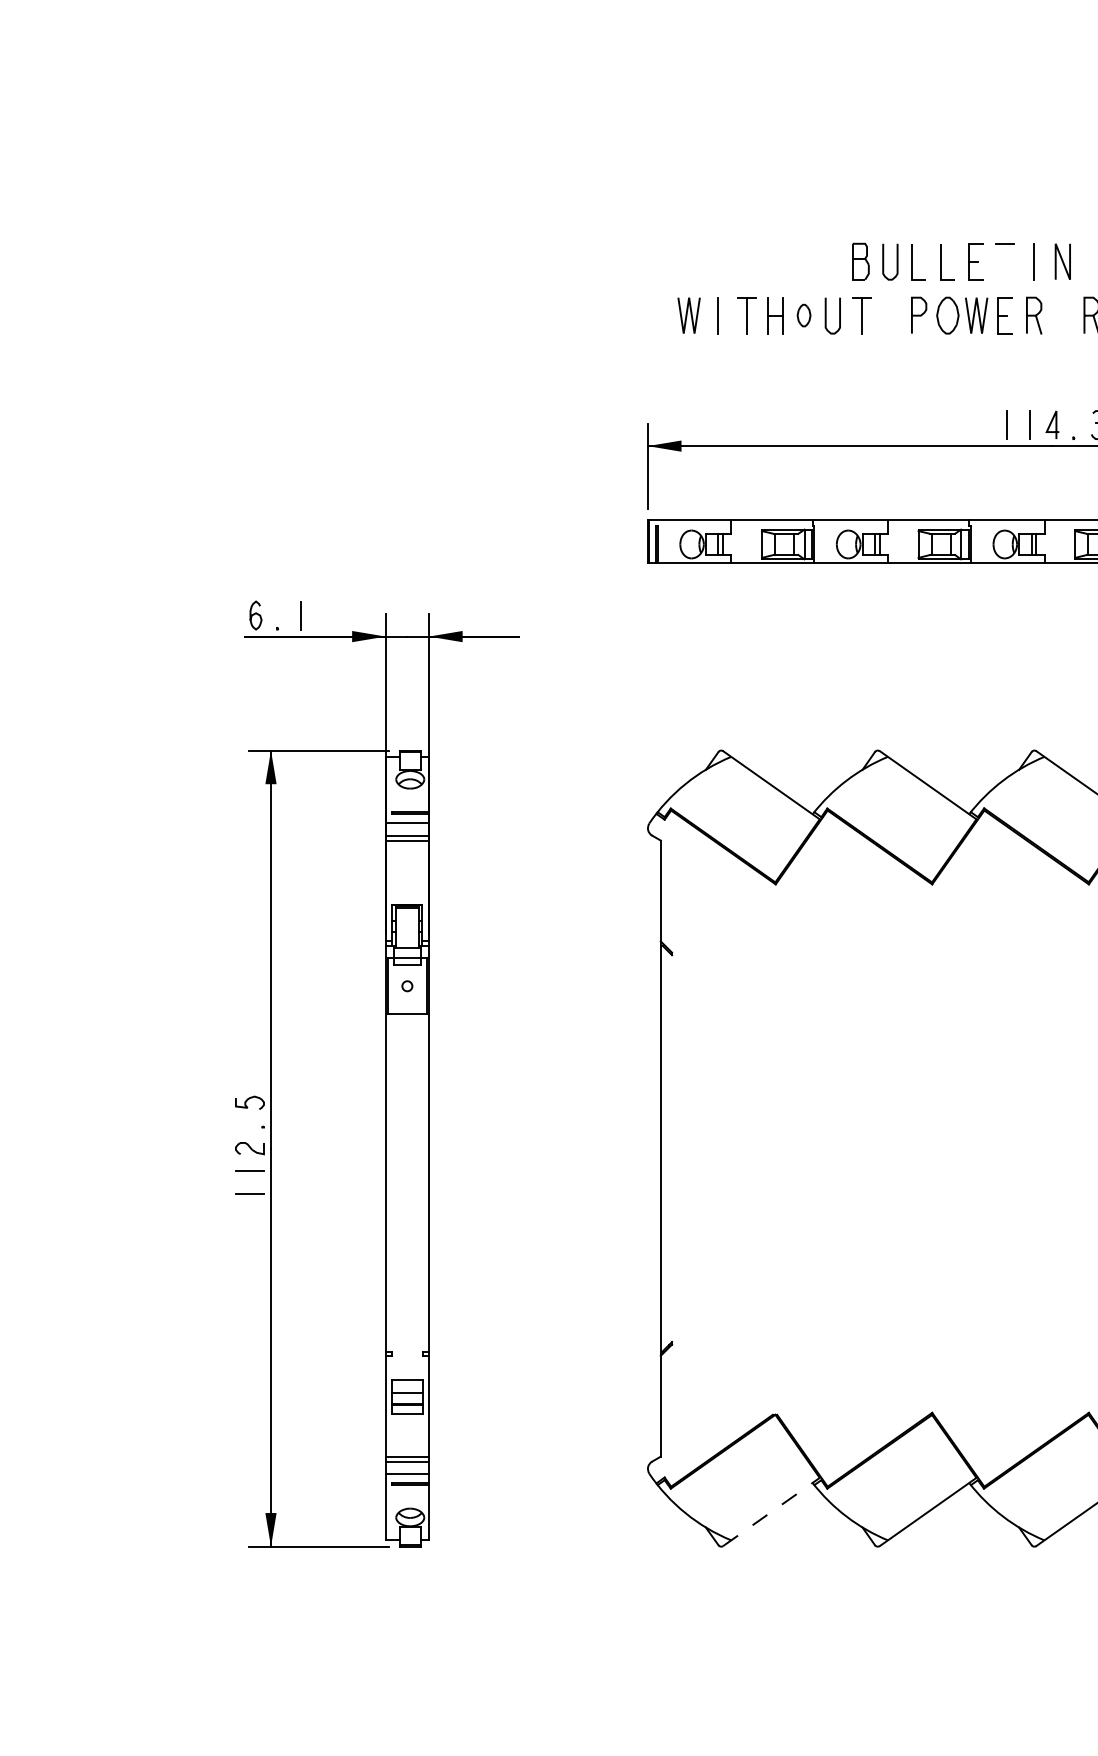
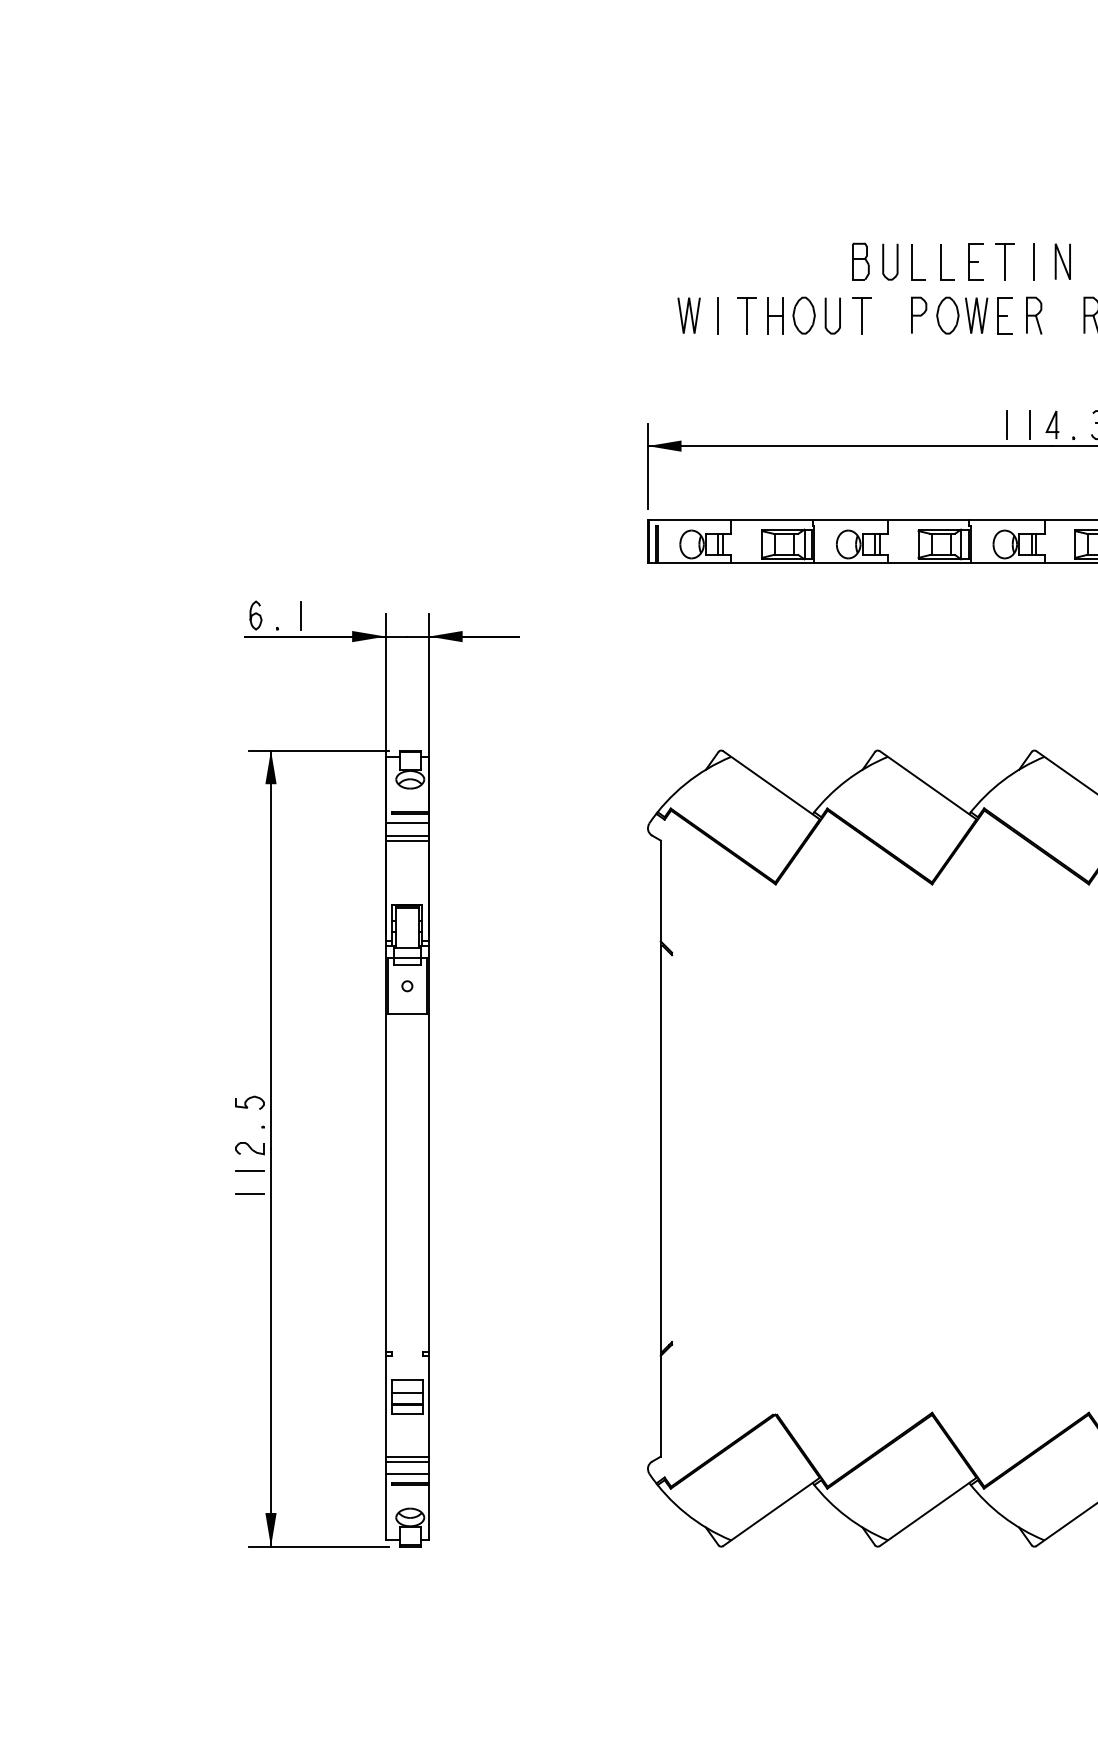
line at (1005, 261): none -> present
part at (803, 315) size: 16x25 px -> 24x39 px
line at (771, 1511): dashed -> solid
